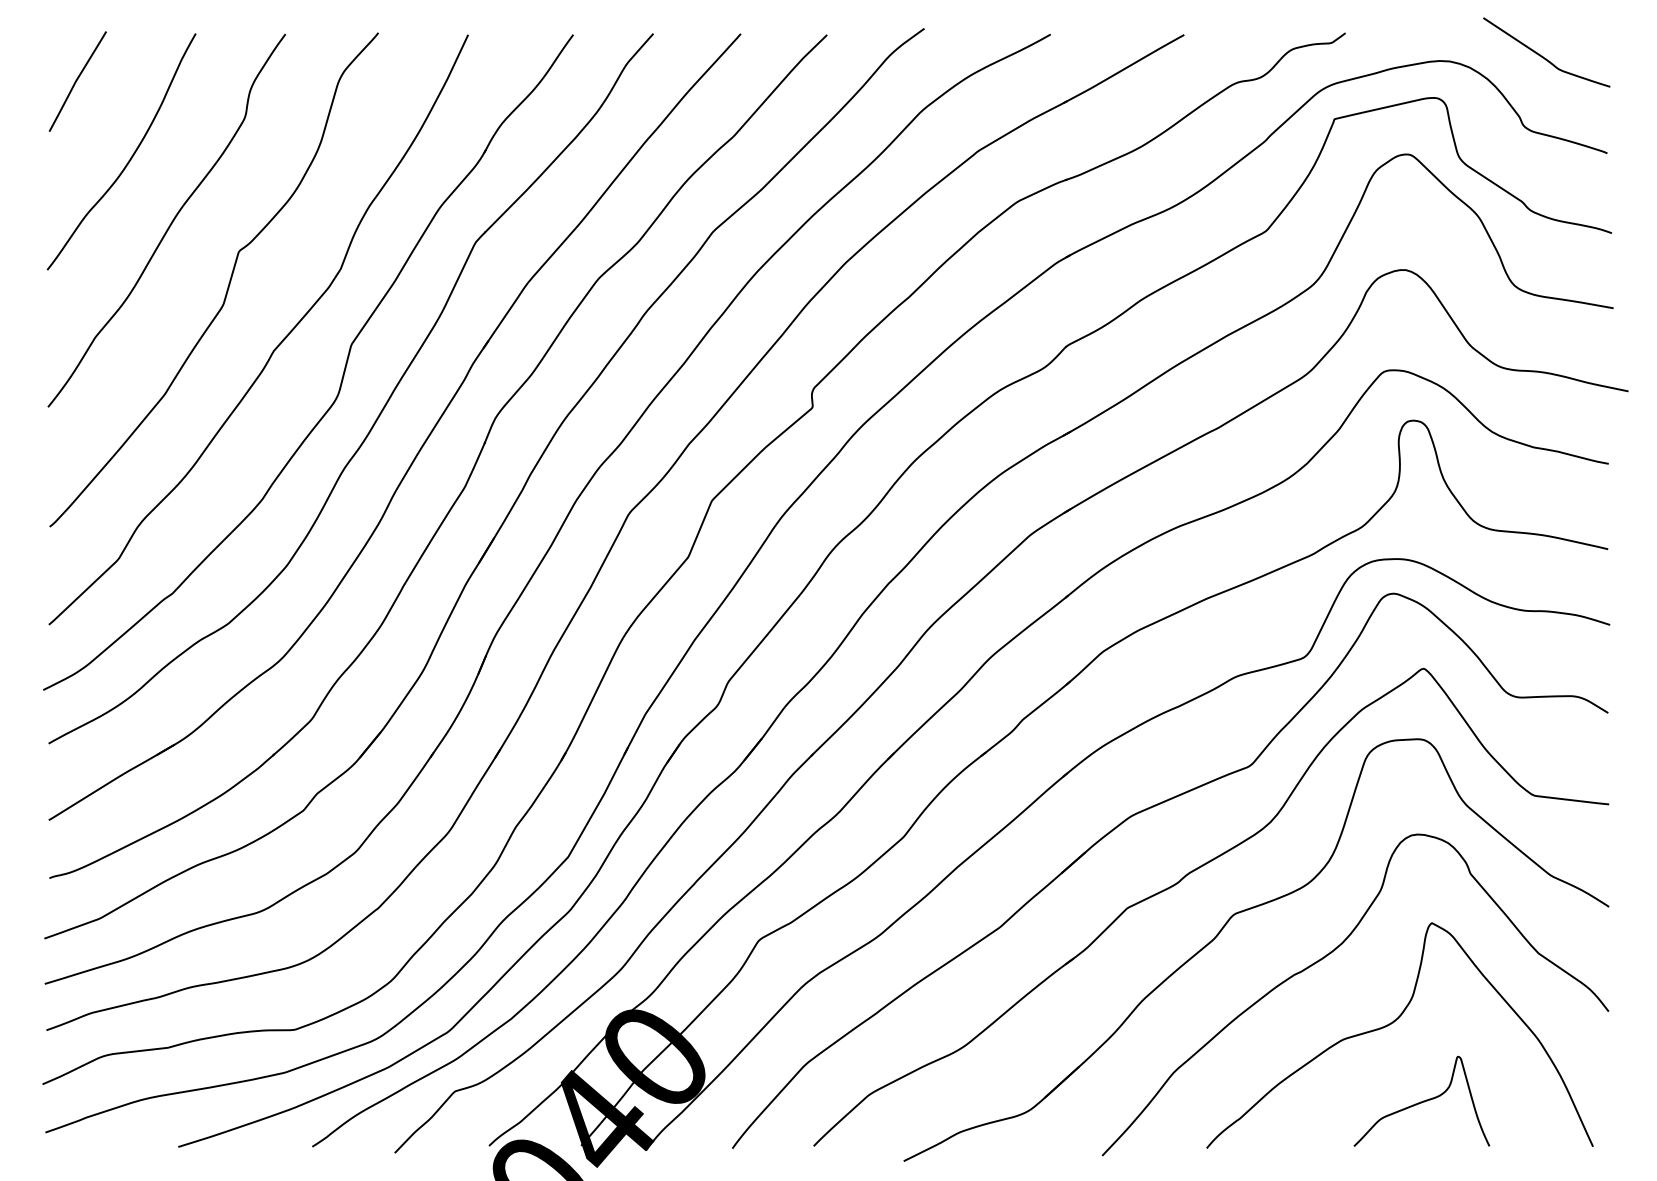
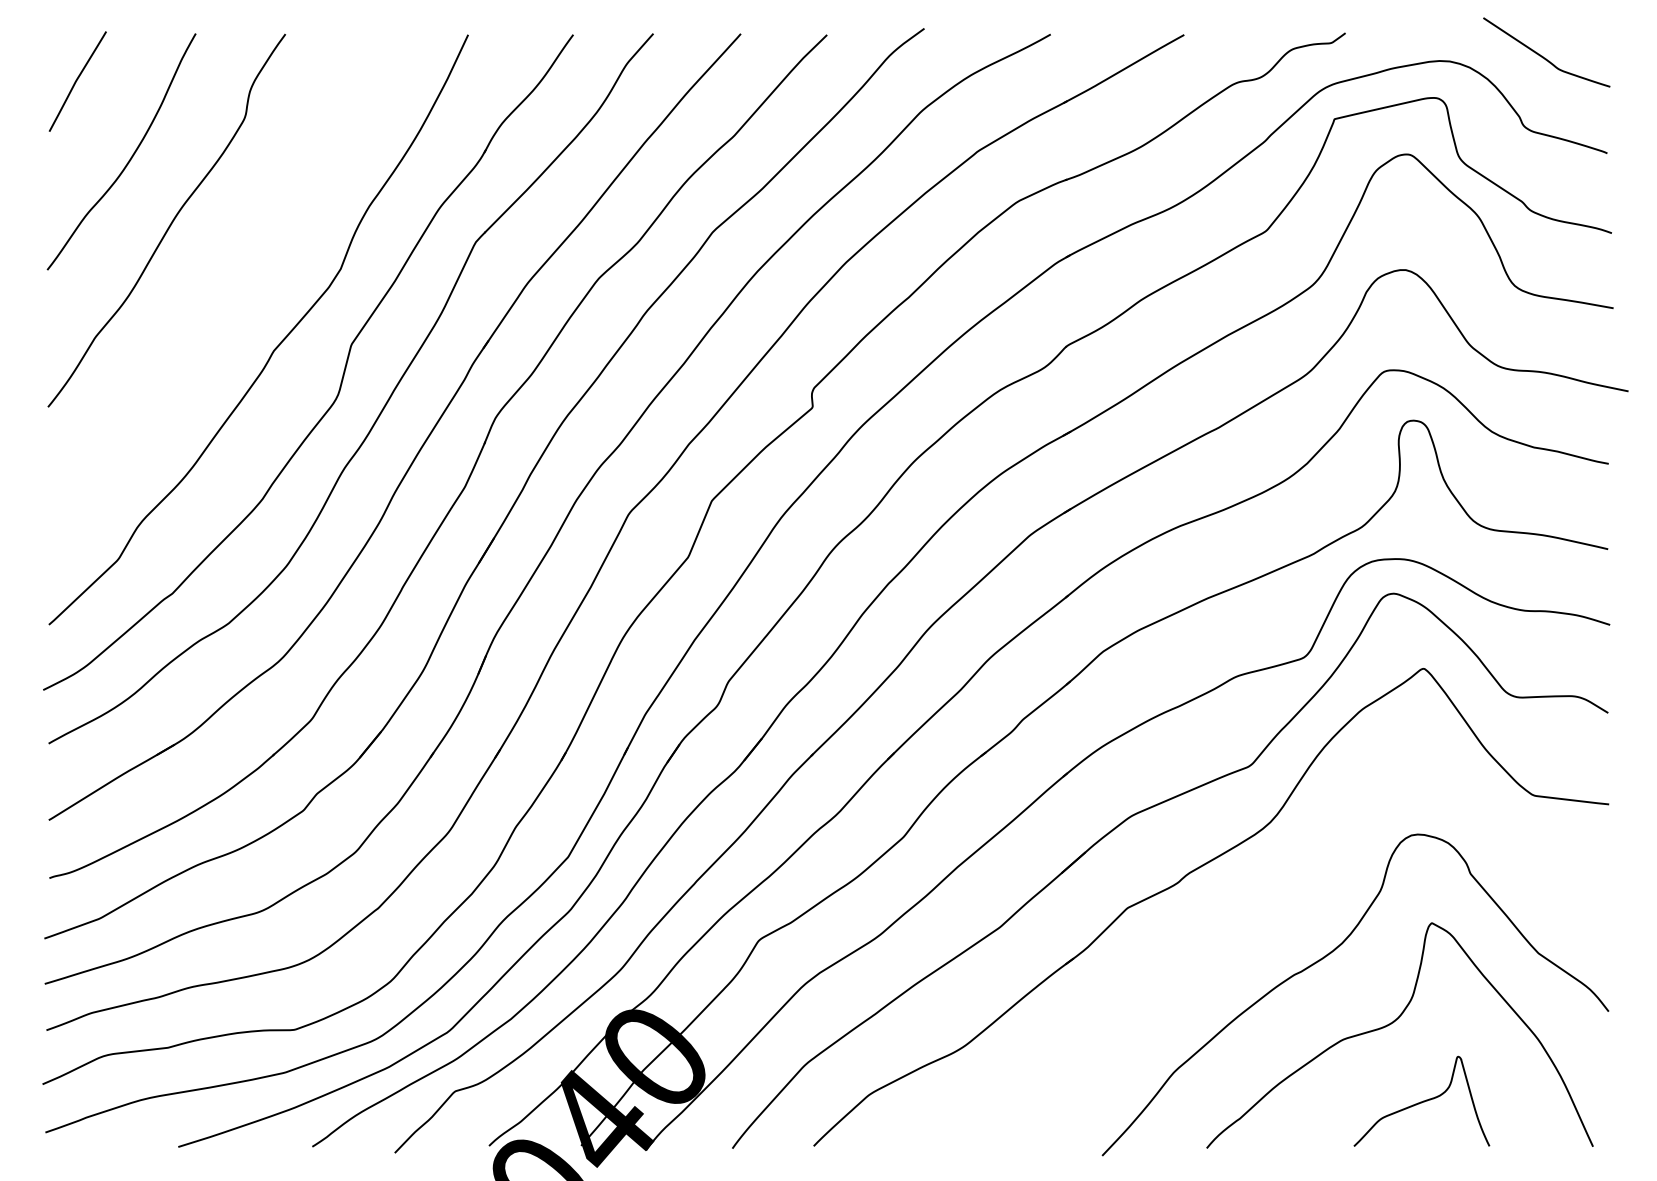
curve at (228, 283): present -> none
part at (1225, 926): present -> none
